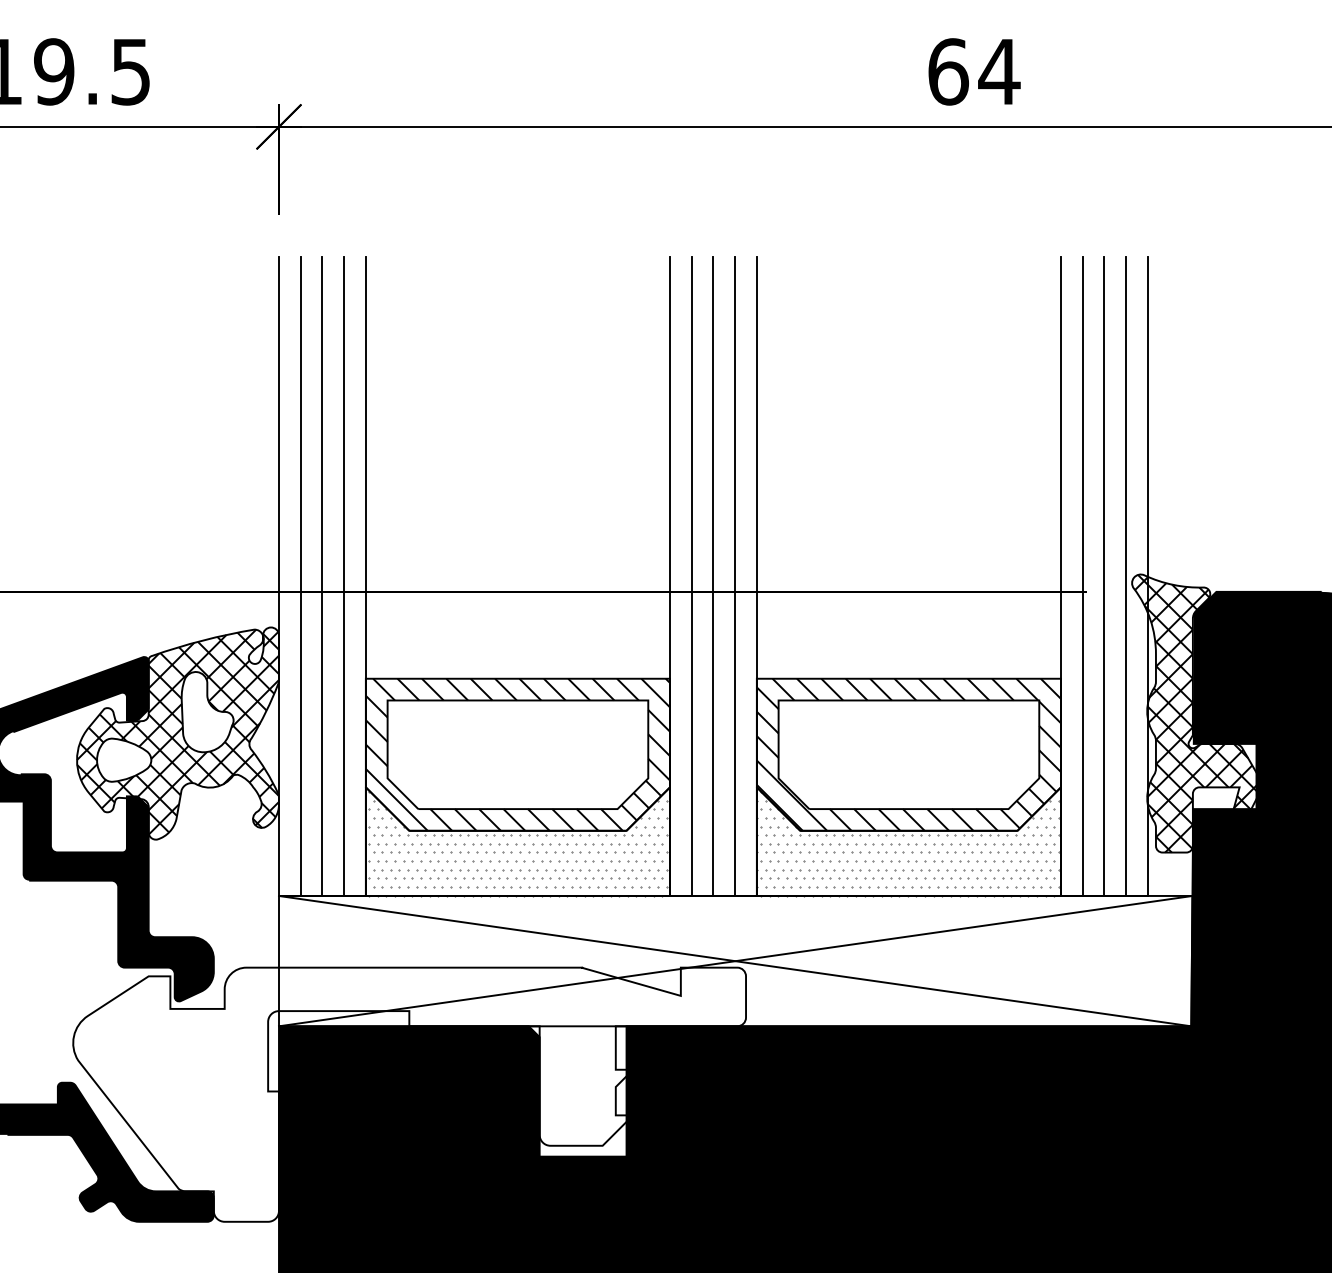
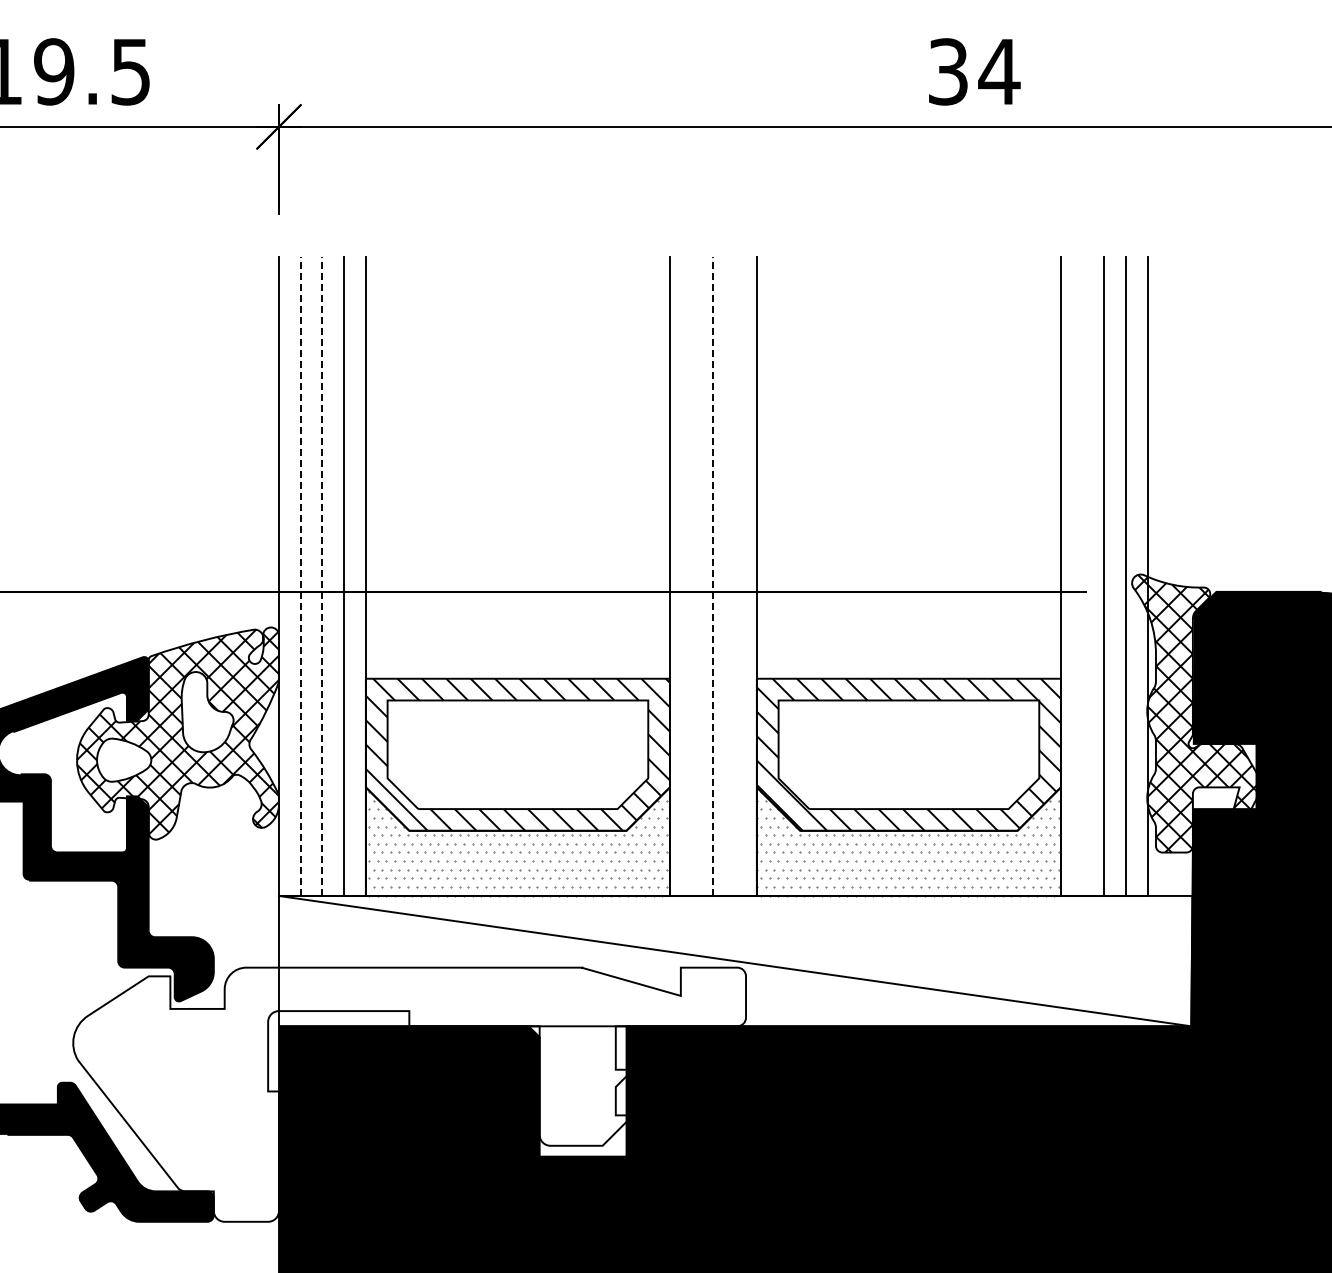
text at (948, 71): 64 -> 34
line at (300, 576): solid -> dashed
line at (322, 576): solid -> dashed
line at (691, 576): present -> none
line at (713, 576): solid -> dashed
line at (735, 576): present -> none
line at (1082, 576): present -> none
line at (735, 960): present -> none
